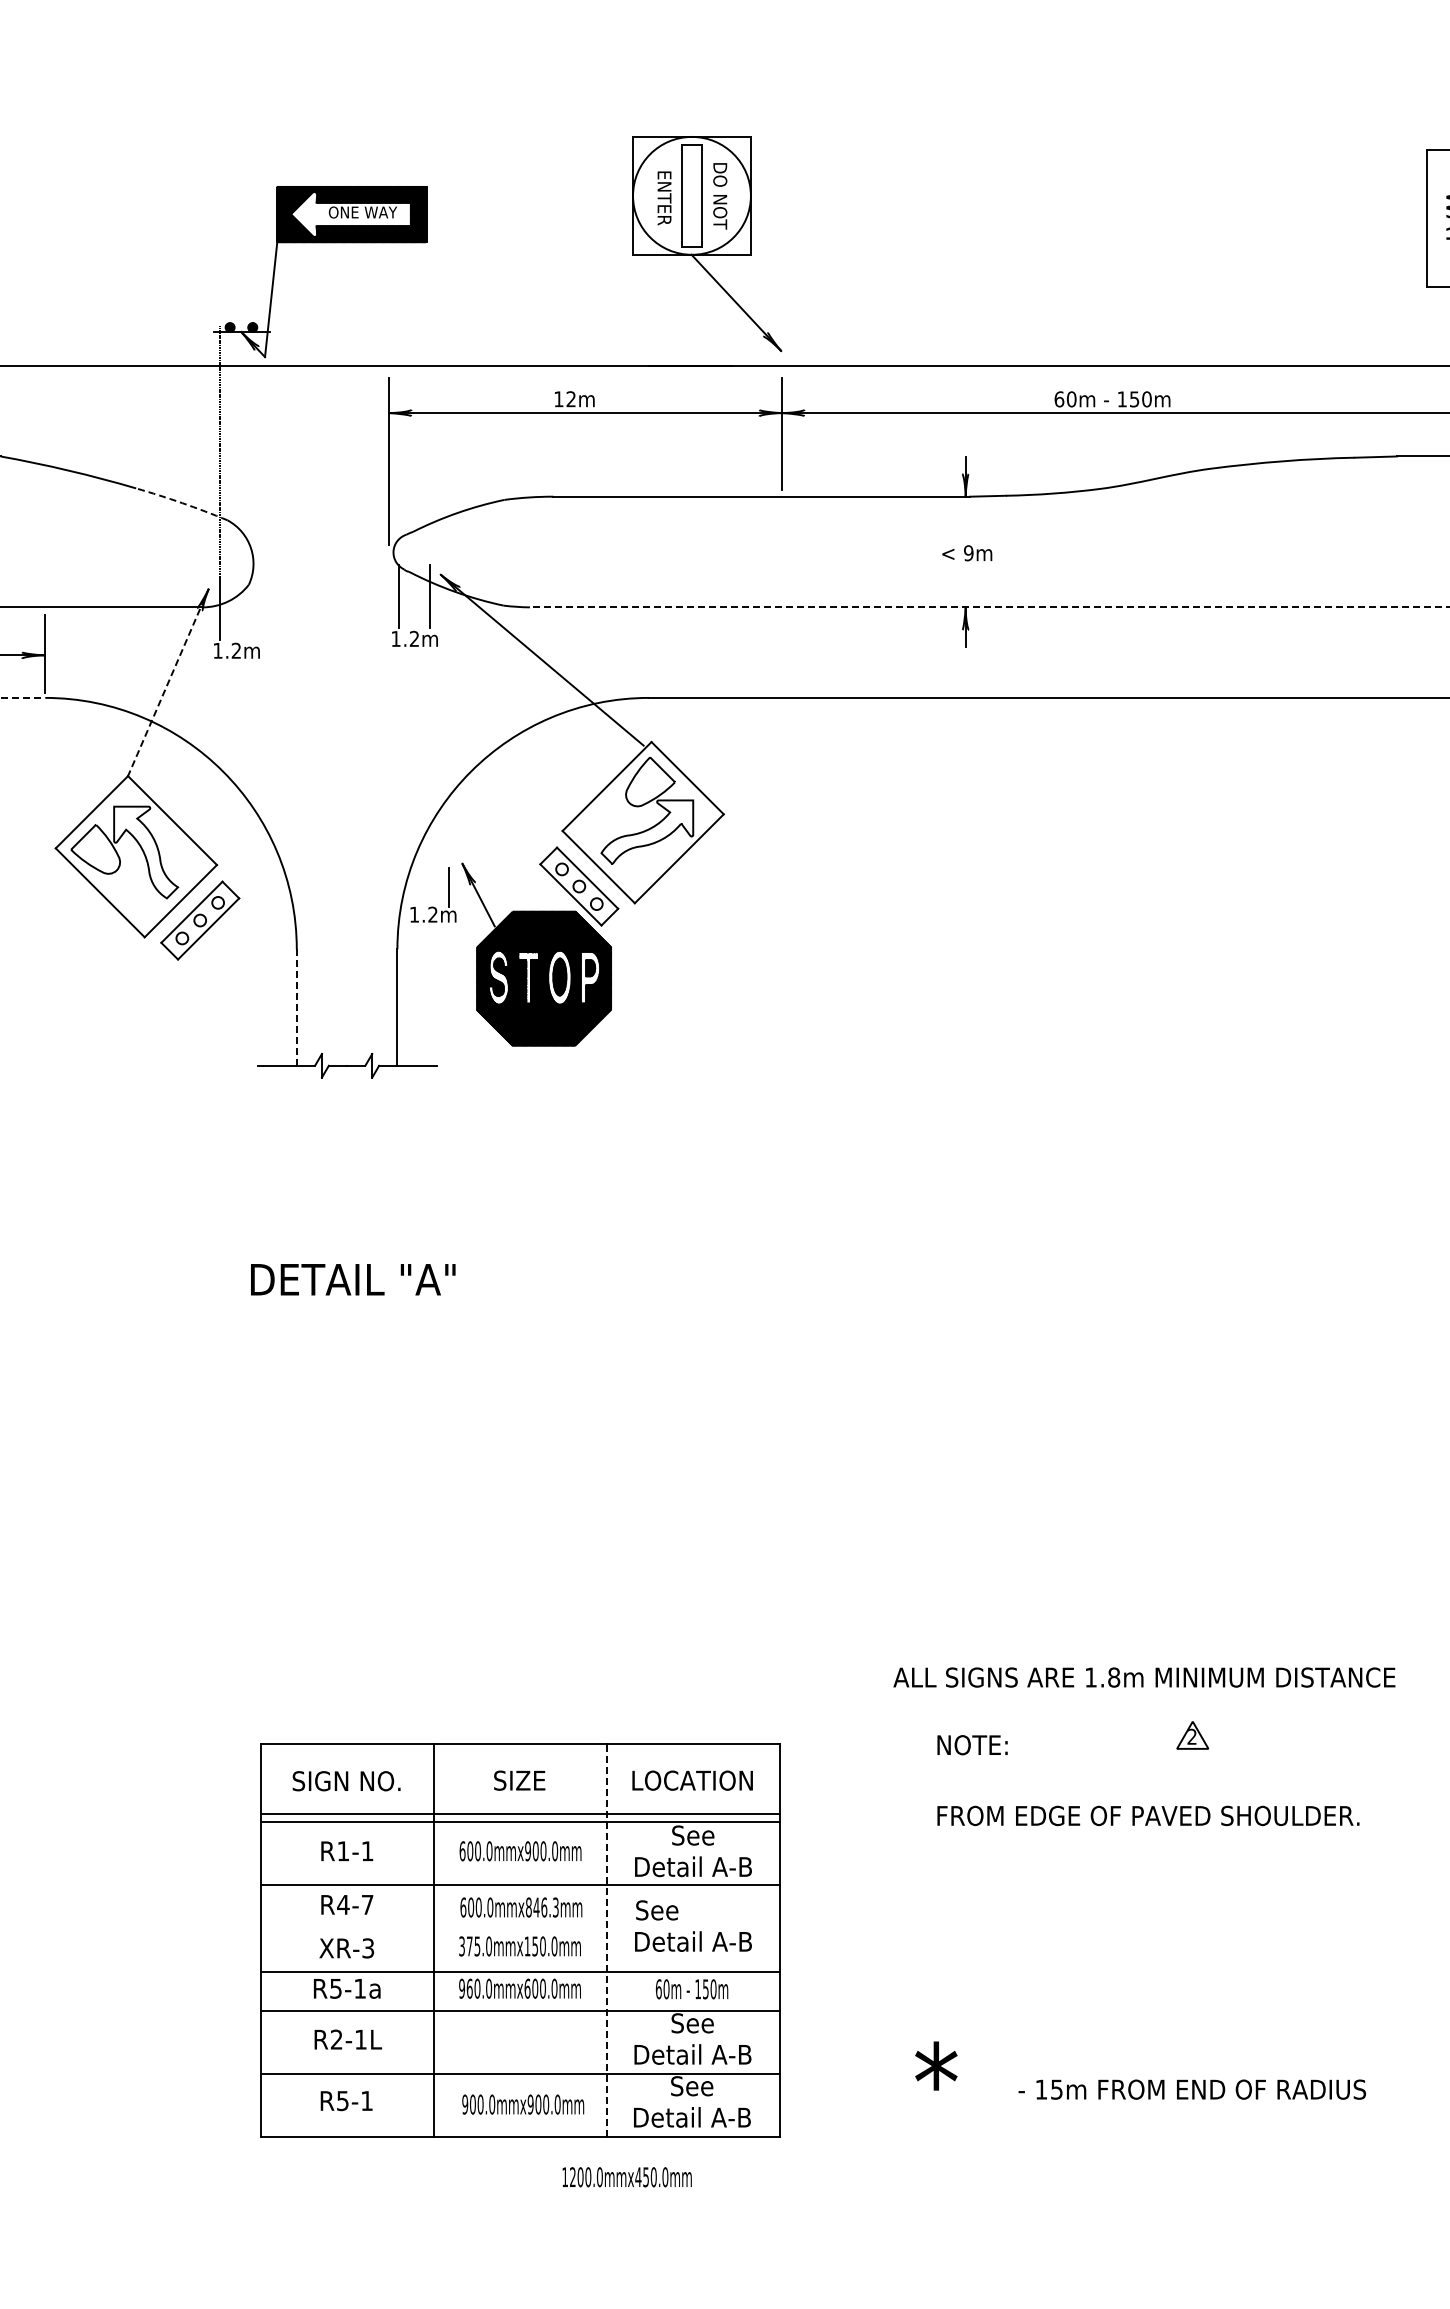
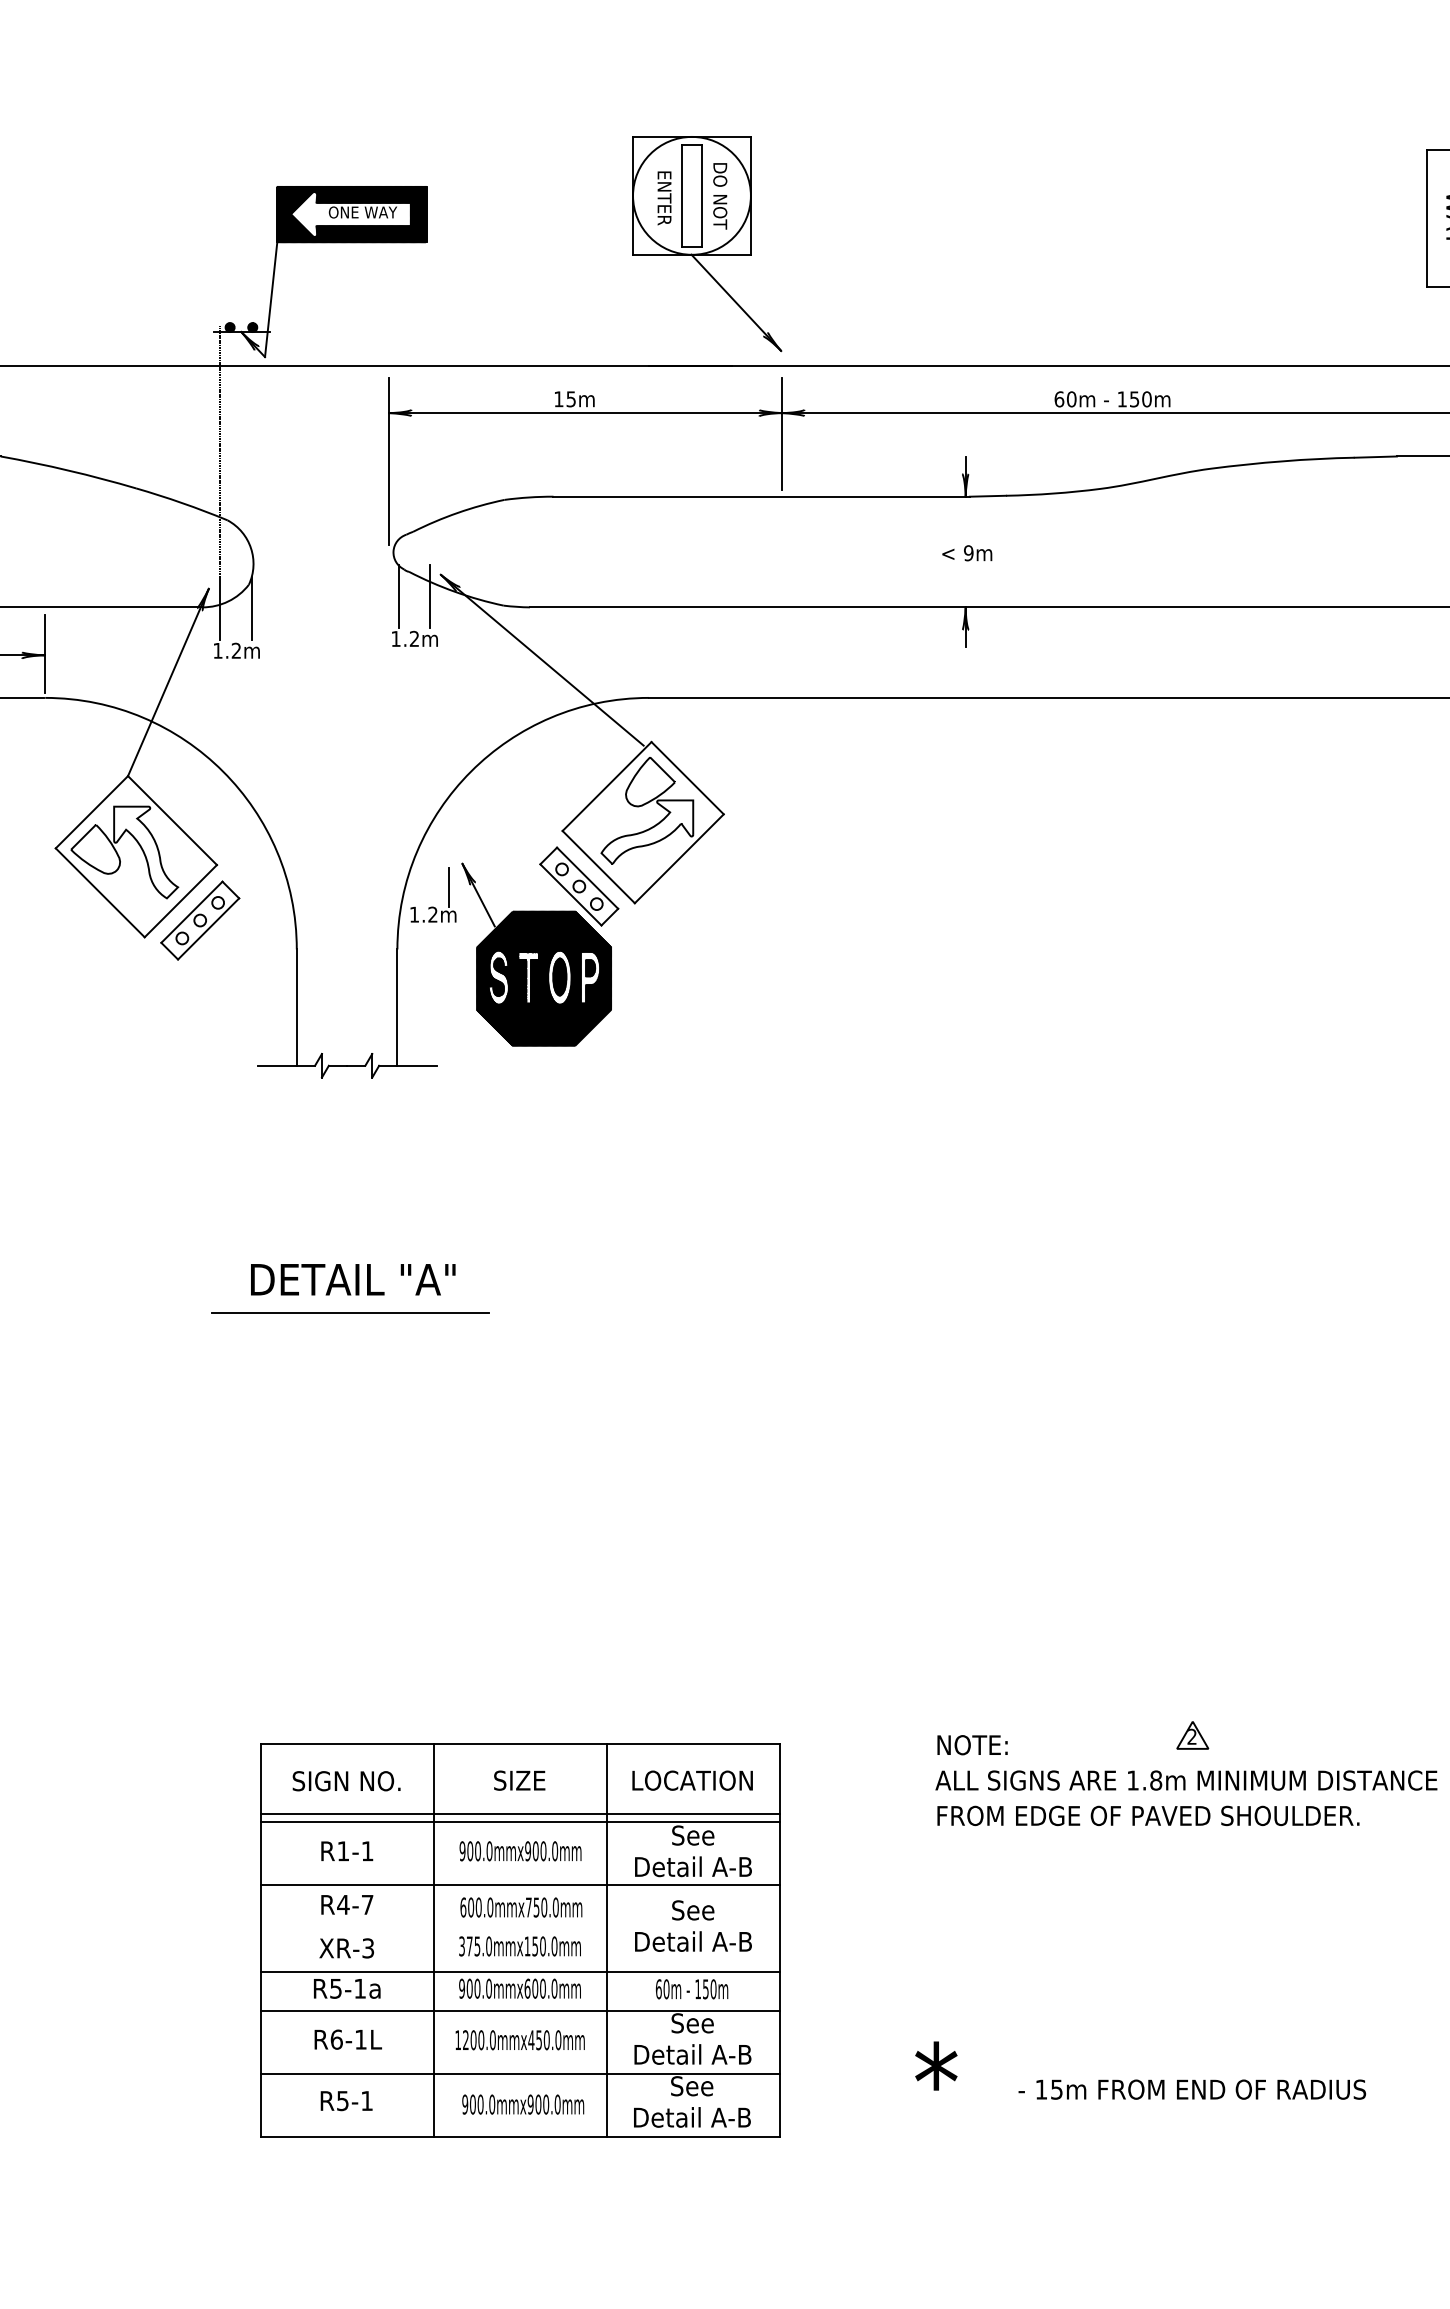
text at (570, 399): 12m -> 15m
arc at (182, 503): dashed -> solid
line at (989, 607): dashed -> solid
line at (251, 608): none -> present
line at (168, 682): dashed -> solid
line at (22, 697): dashed -> solid
line at (296, 1008): dashed -> solid
line at (350, 1313): none -> present
text at (1144, 1677) position: (1144, 1677) -> (1186, 1780)
text at (462, 1851): 600.0mmx900.0mm -> 900.0mmx900.0mm
text at (541, 1907): 600.0mmx846.3mm -> 600.0mmx750.0mm
text at (657, 1910) position: (657, 1910) -> (693, 1910)
line at (606, 1940): dashed -> solid
text at (469, 1988): 960.0mmx600.0mm -> 900.0mmx600.0mm
text at (336, 2039): R2-1L -> R6-1L
text at (626, 2177) position: (626, 2177) -> (519, 2040)
